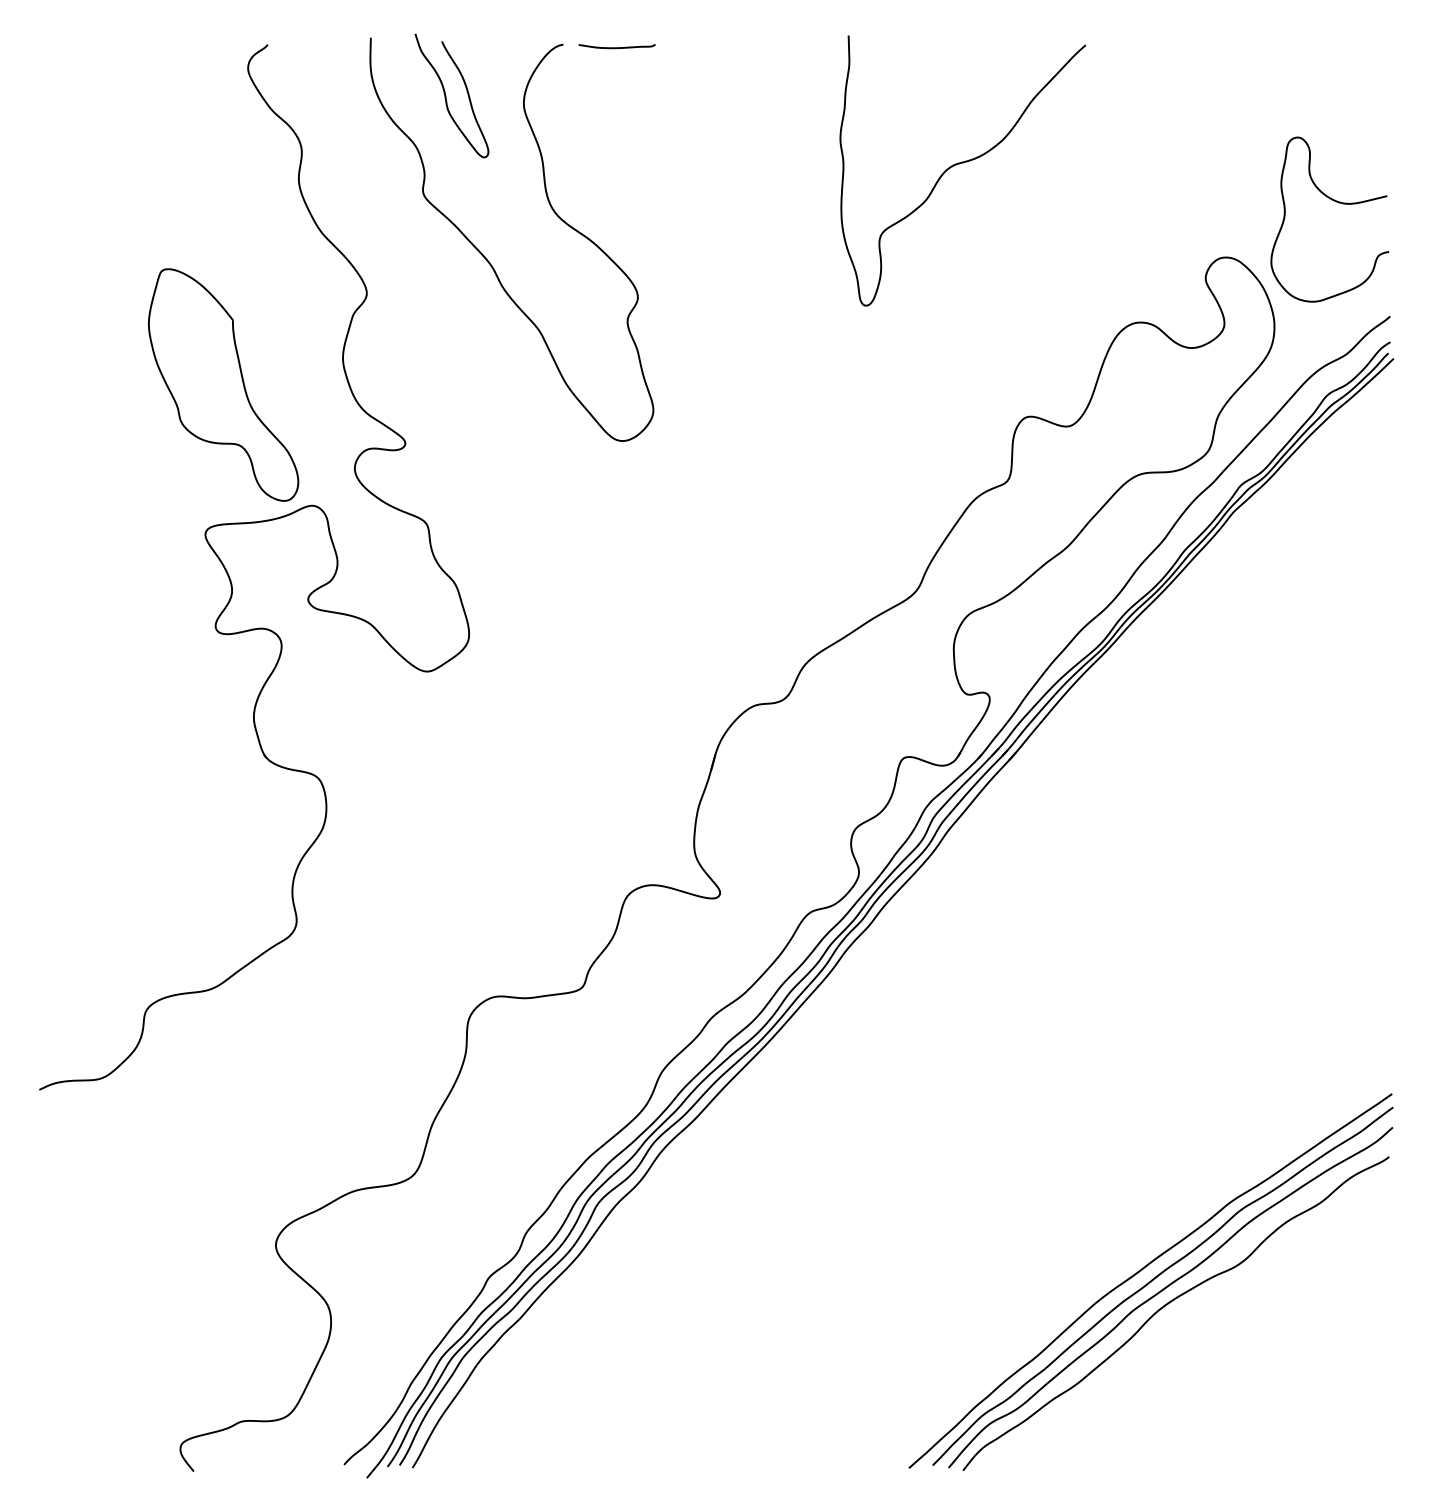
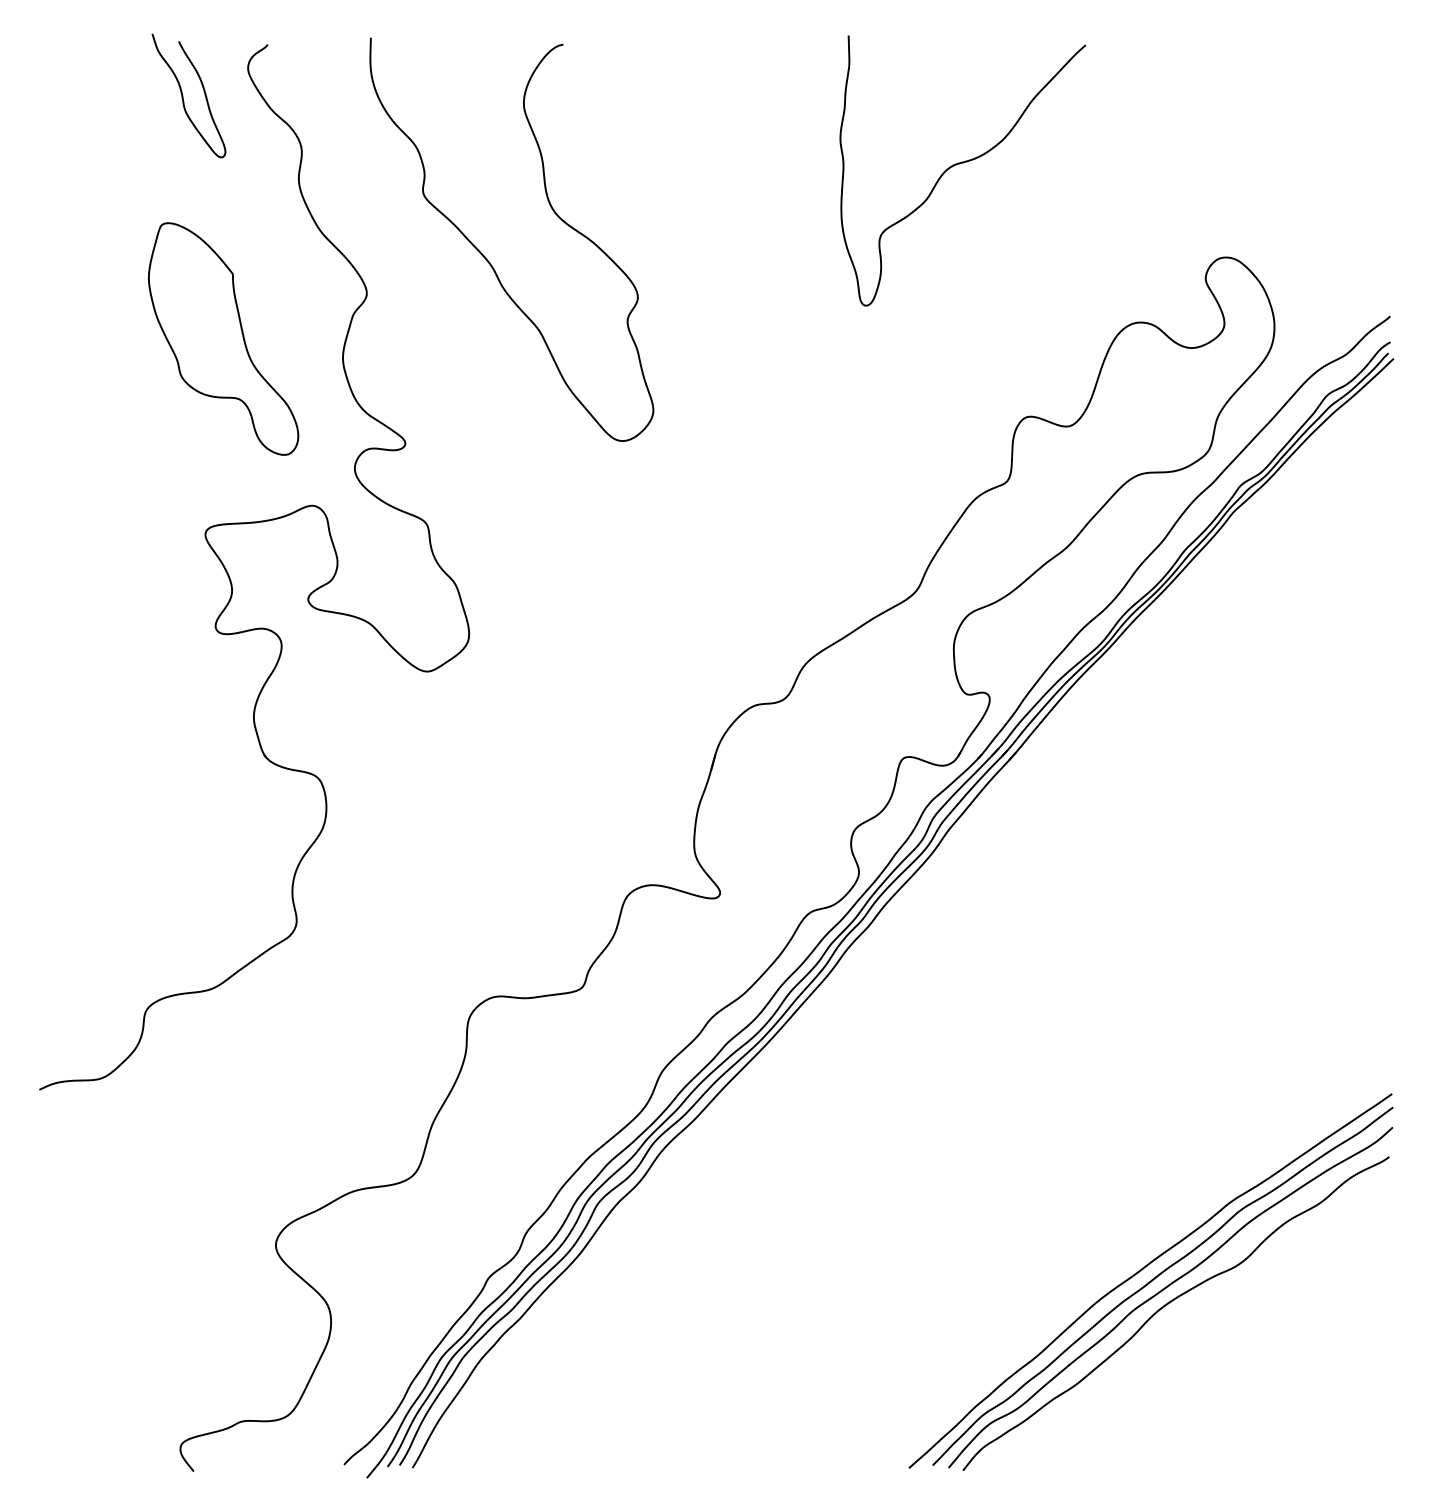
curve at (616, 47): present -> none
curve at (446, 95) position: (446, 95) -> (183, 95)
curve at (1336, 202): present -> none
part at (223, 384) position: (223, 384) -> (223, 338)
